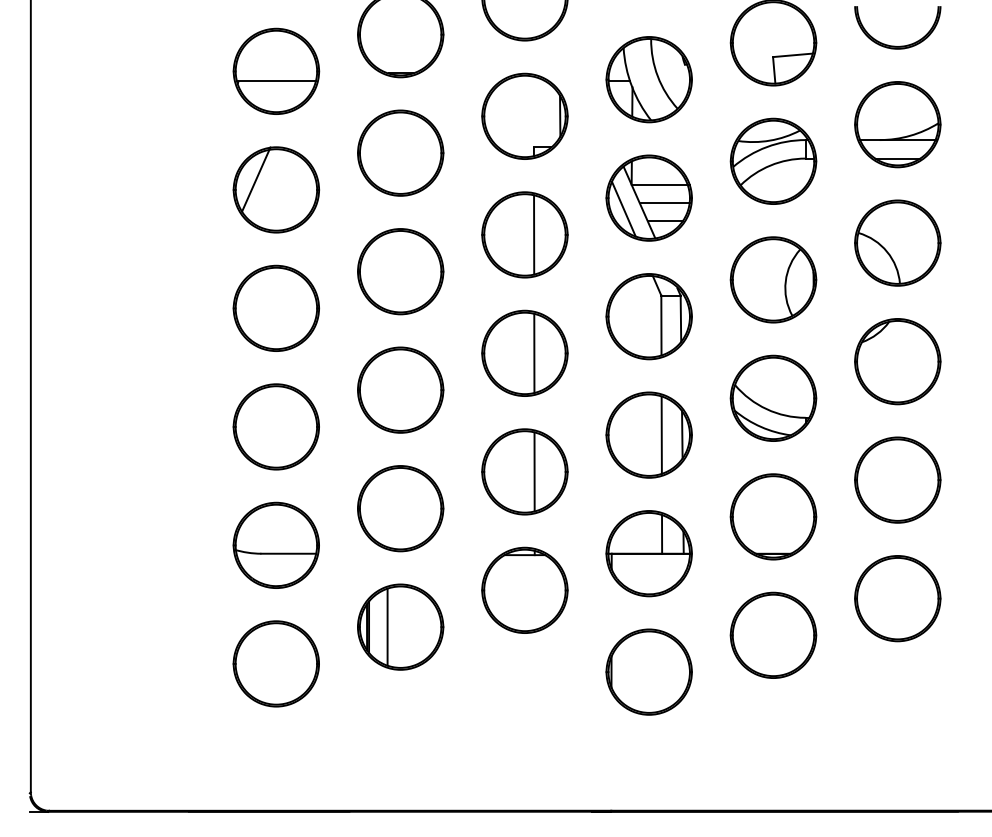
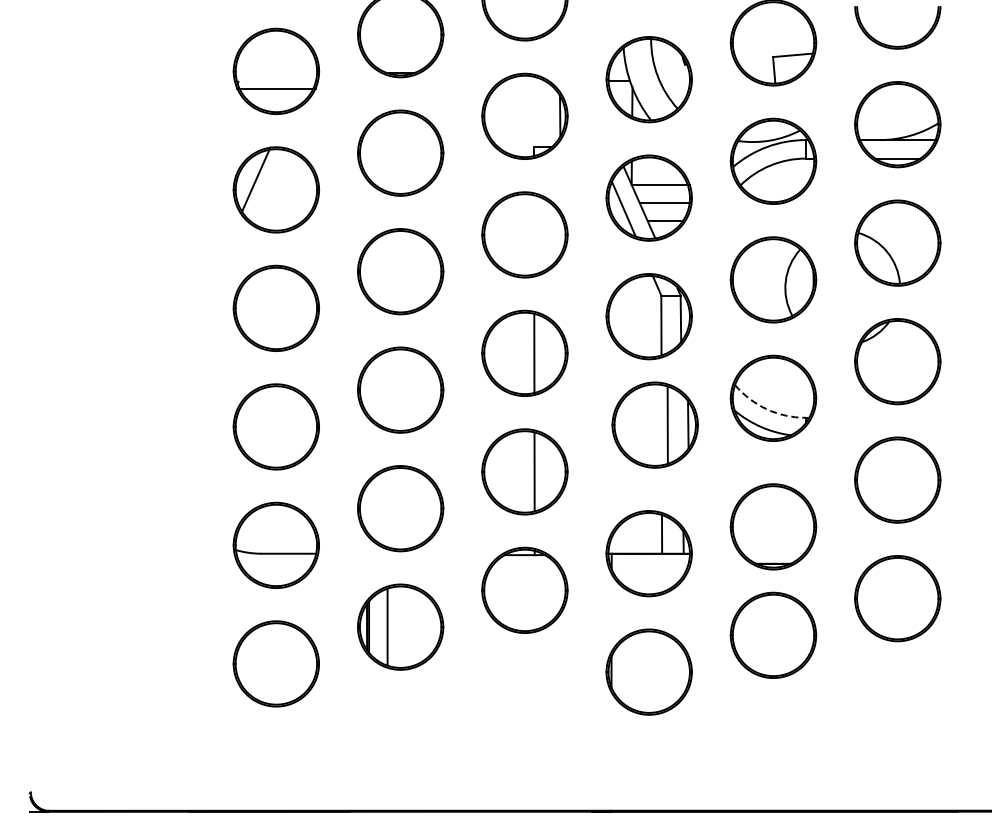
line at (276, 80) position: (276, 80) -> (276, 88)
line at (534, 234): present -> none
line at (30, 397): present -> none
arc at (766, 409): solid -> dashed
part at (648, 434) position: (648, 434) -> (654, 424)
part at (773, 516) position: (773, 516) -> (773, 526)
